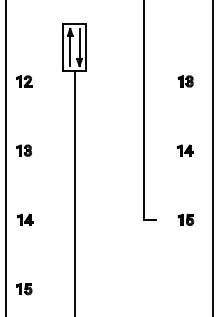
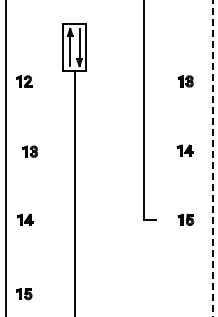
part at (23, 150) position: (23, 150) -> (29, 151)
line at (213, 158): solid -> dashed
part at (24, 289) position: (24, 289) -> (24, 294)
